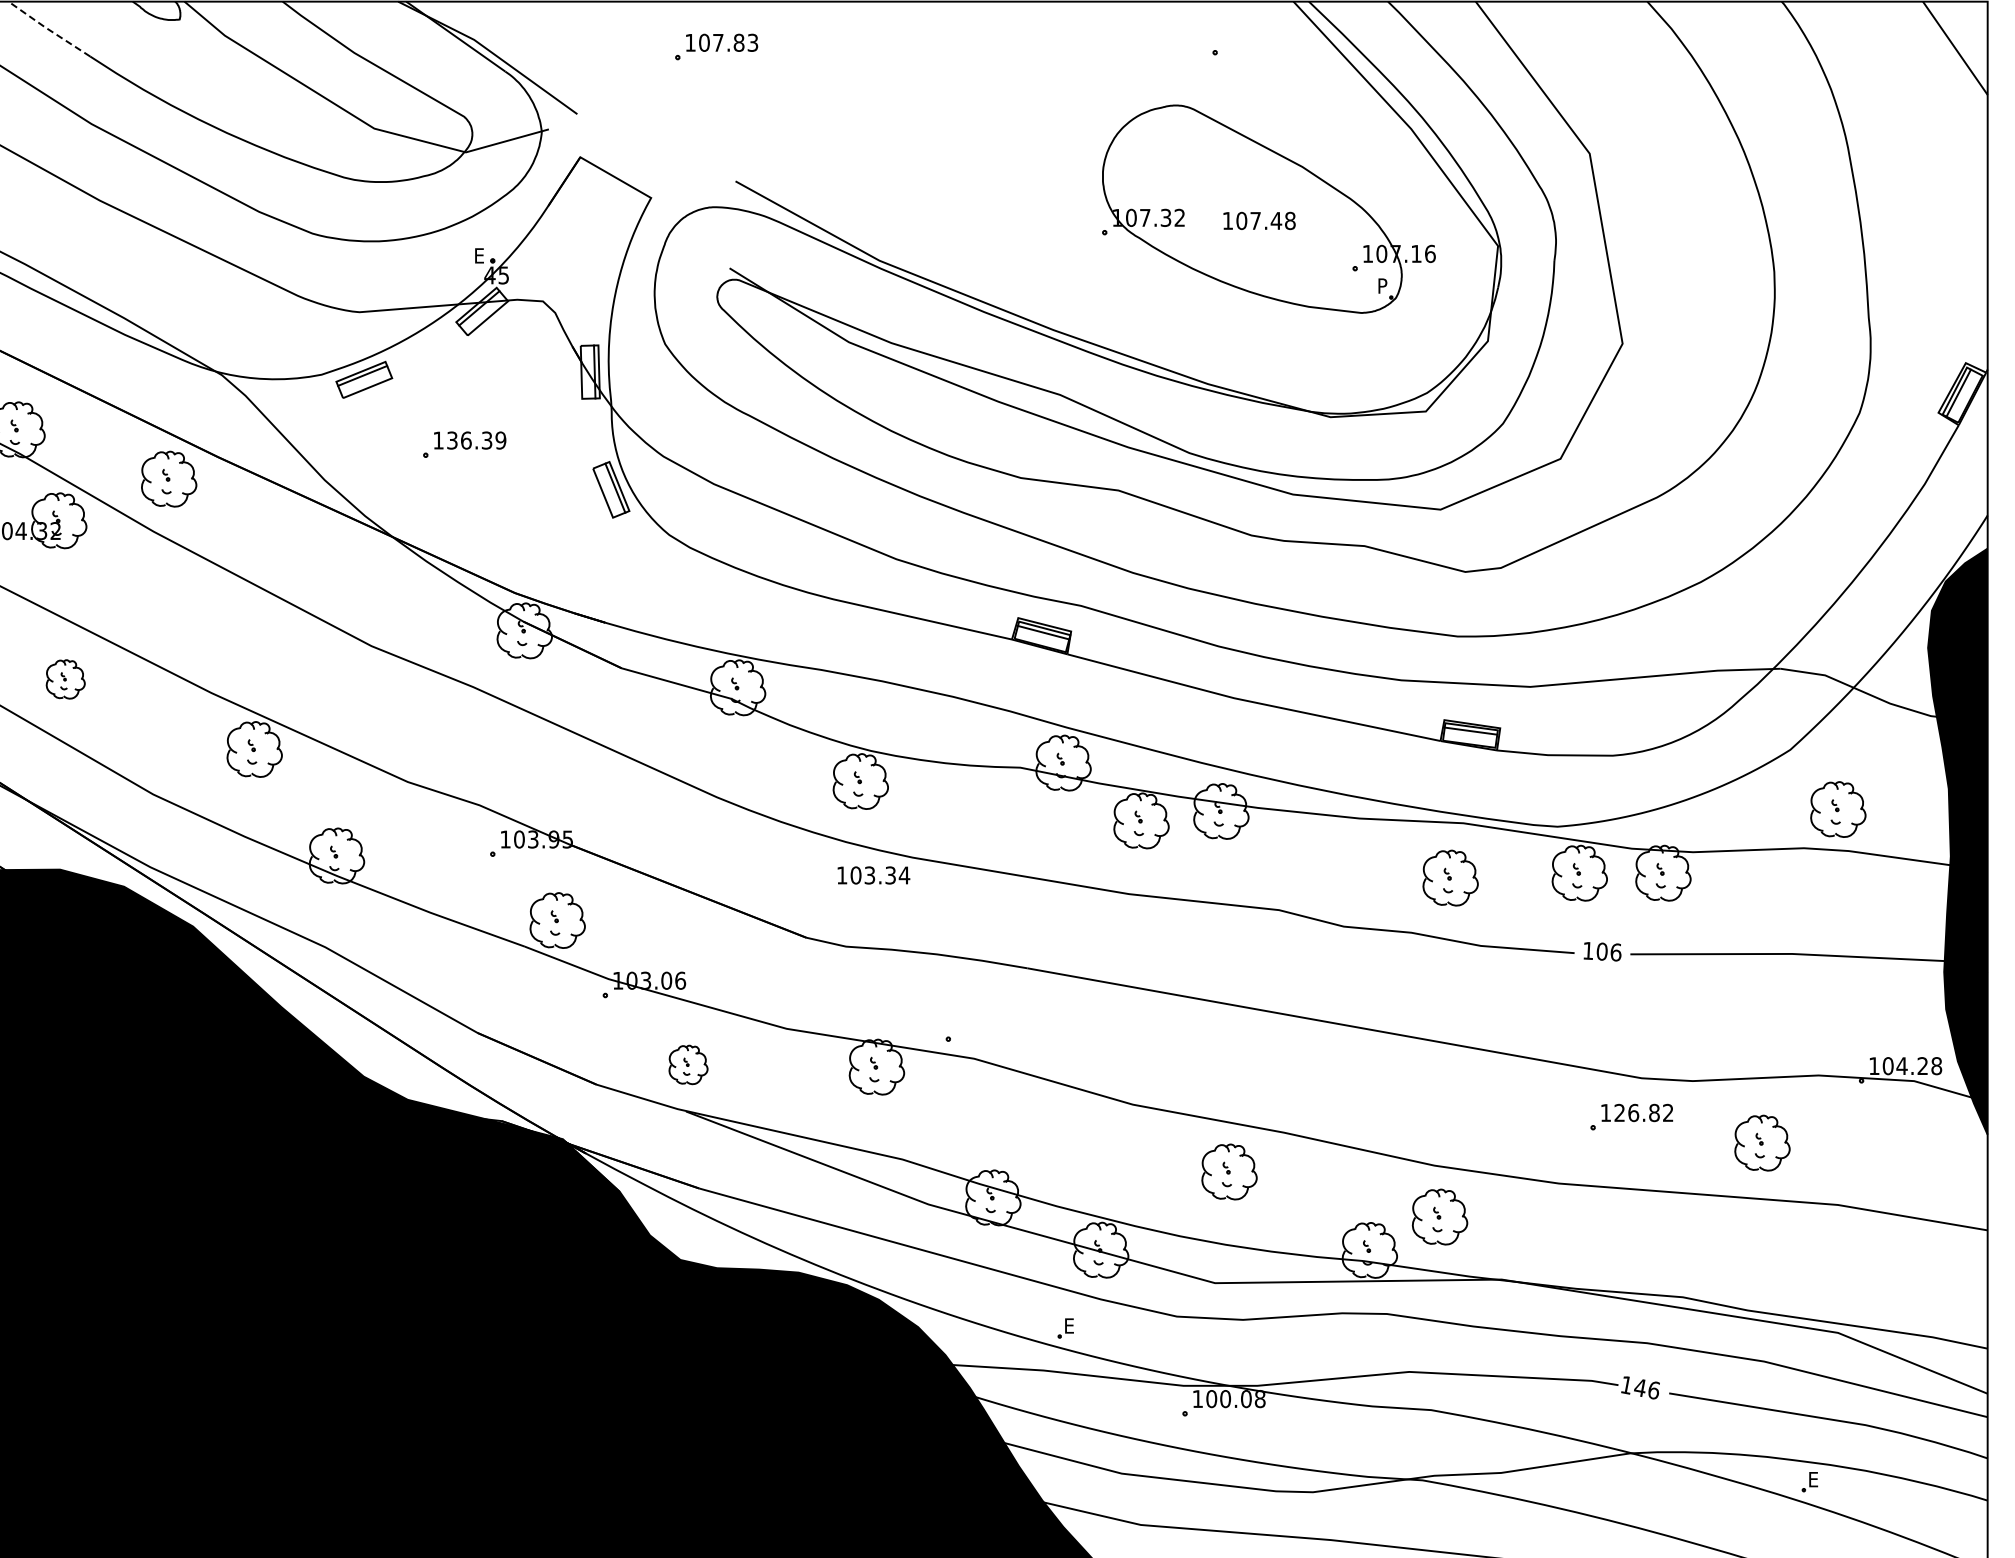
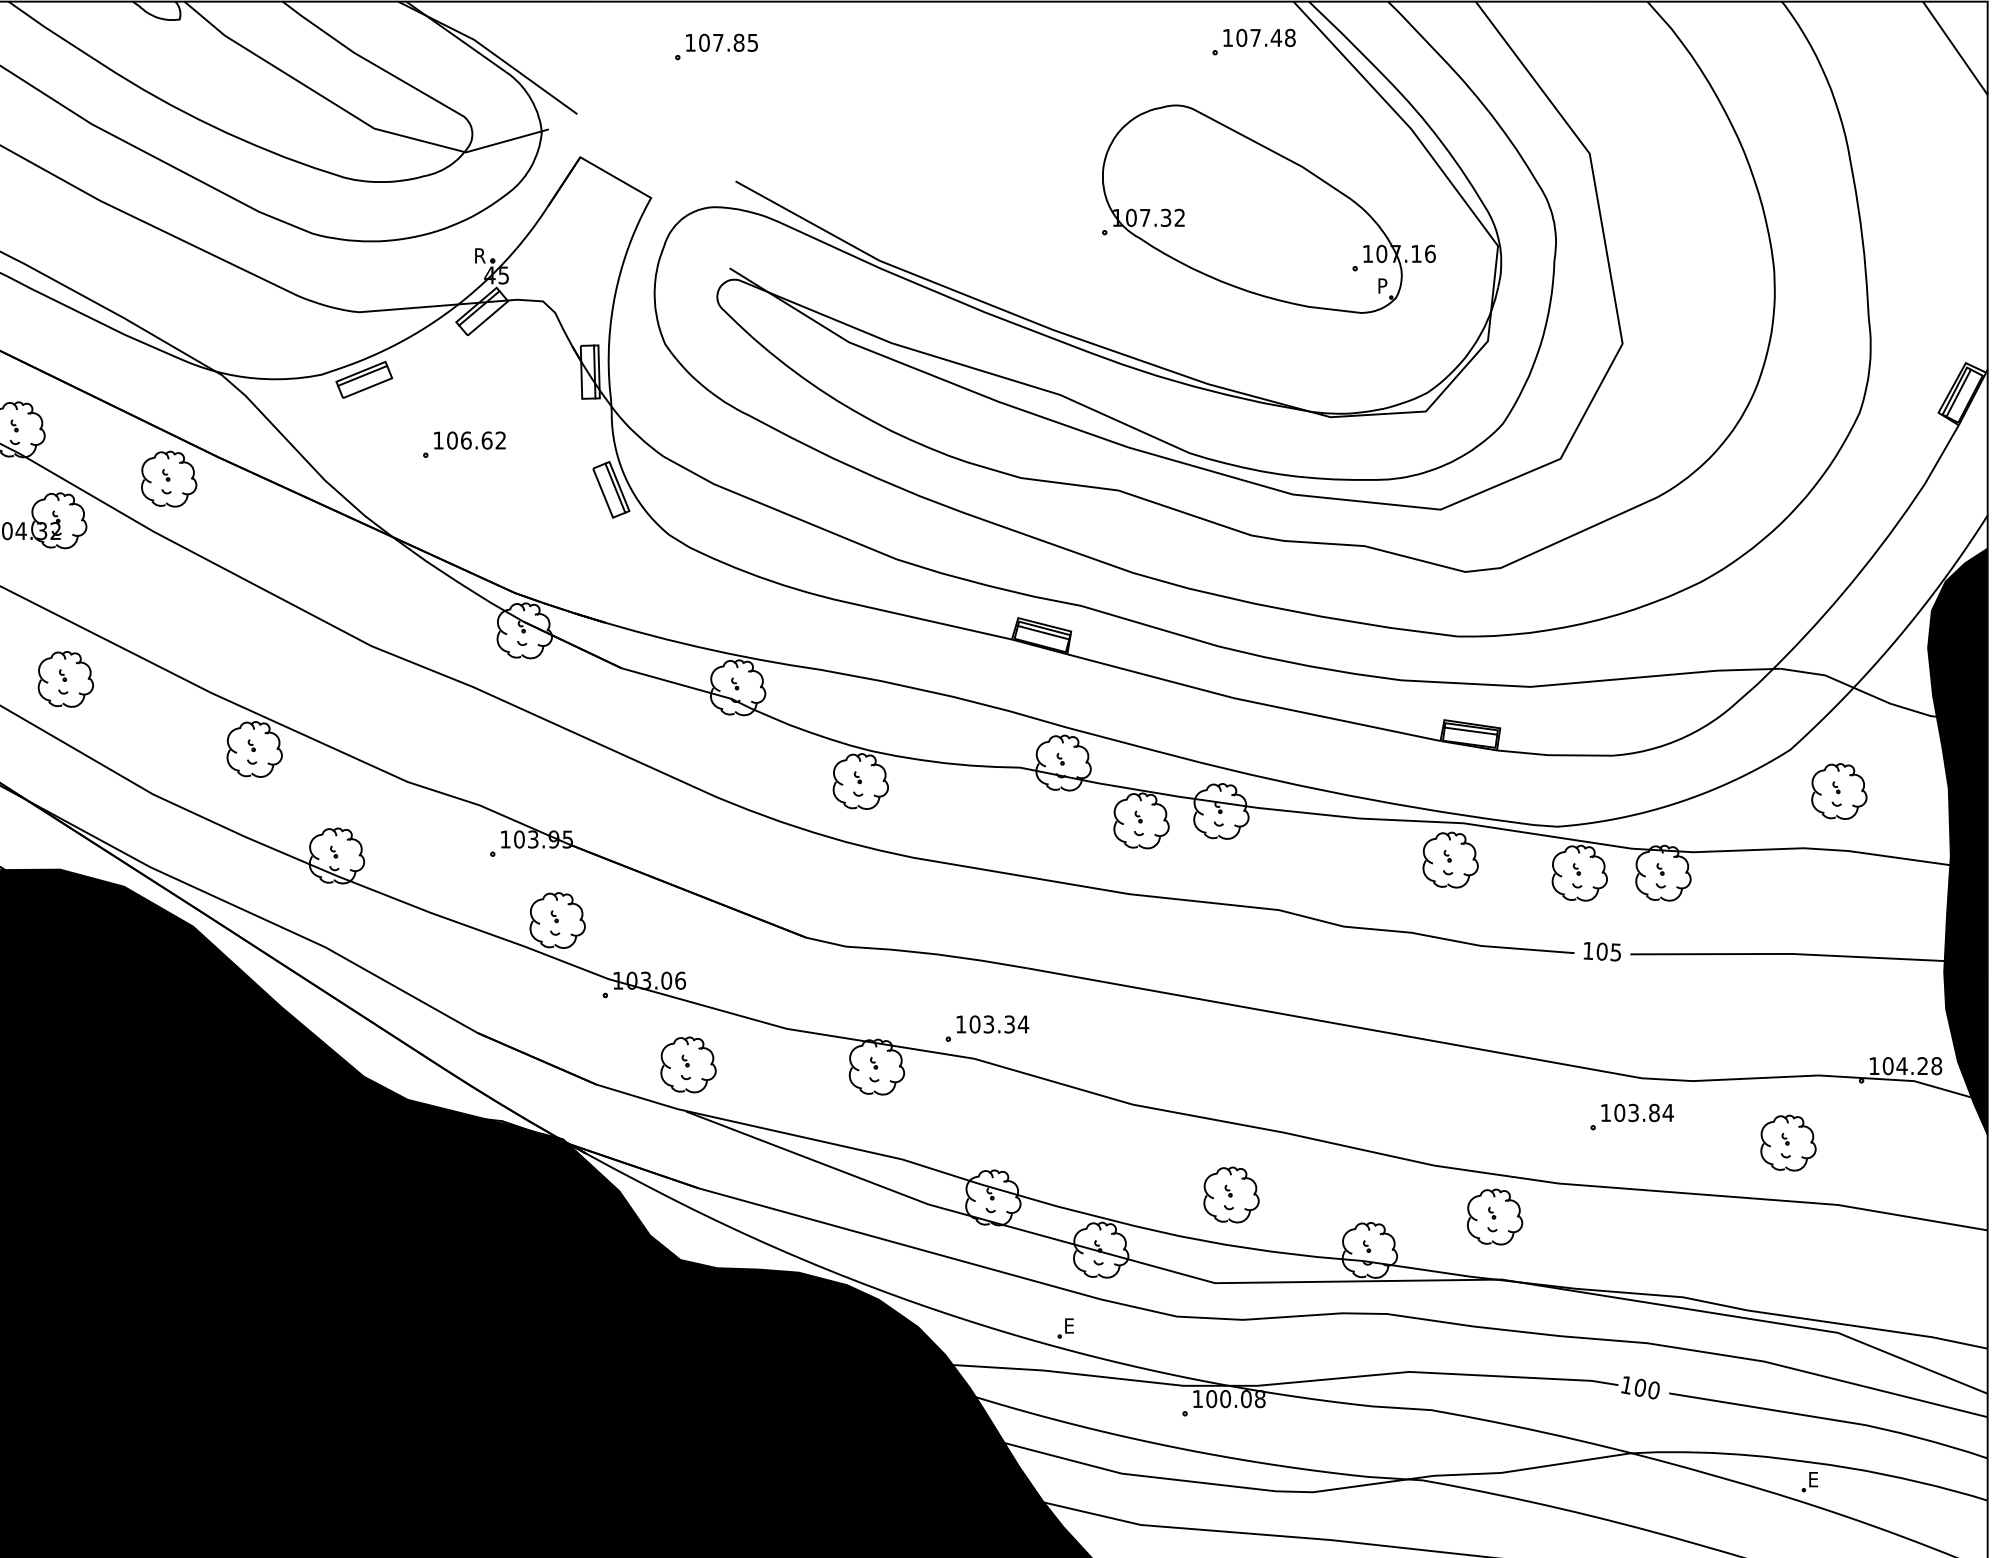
line at (48, 29): dashed -> solid
text at (753, 42): 107.83 -> 107.85
text at (1259, 220) position: (1259, 220) -> (1259, 37)
text at (481, 255): E -> R
text at (476, 440): 136.39 -> 106.62
part at (65, 679) size: 41x41 px -> 57x57 px
part at (1838, 809) position: (1838, 809) -> (1839, 791)
text at (873, 875) position: (873, 875) -> (992, 1024)
part at (1450, 877) position: (1450, 877) -> (1450, 859)
text at (1615, 952): 106 -> 105
part at (688, 1064) size: 41x42 px -> 57x58 px
text at (1643, 1112): 126.82 -> 103.84
part at (1762, 1142) position: (1762, 1142) -> (1788, 1142)
part at (1229, 1171) position: (1229, 1171) -> (1231, 1194)
part at (1439, 1216) position: (1439, 1216) -> (1494, 1216)
text at (1646, 1388): 146 -> 100
